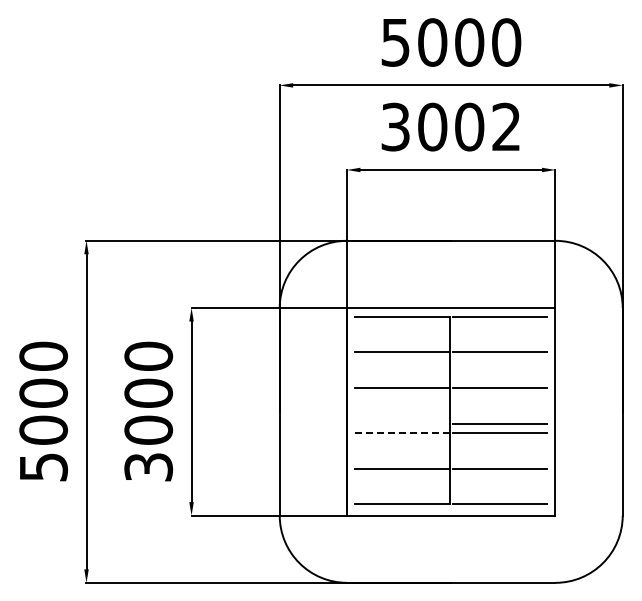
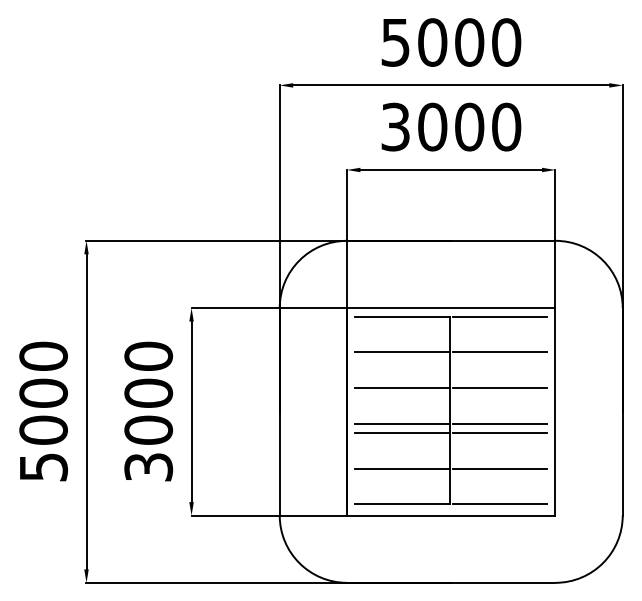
text at (506, 126): 3002 -> 3000
line at (402, 423): none -> present
line at (402, 433): dashed -> solid
